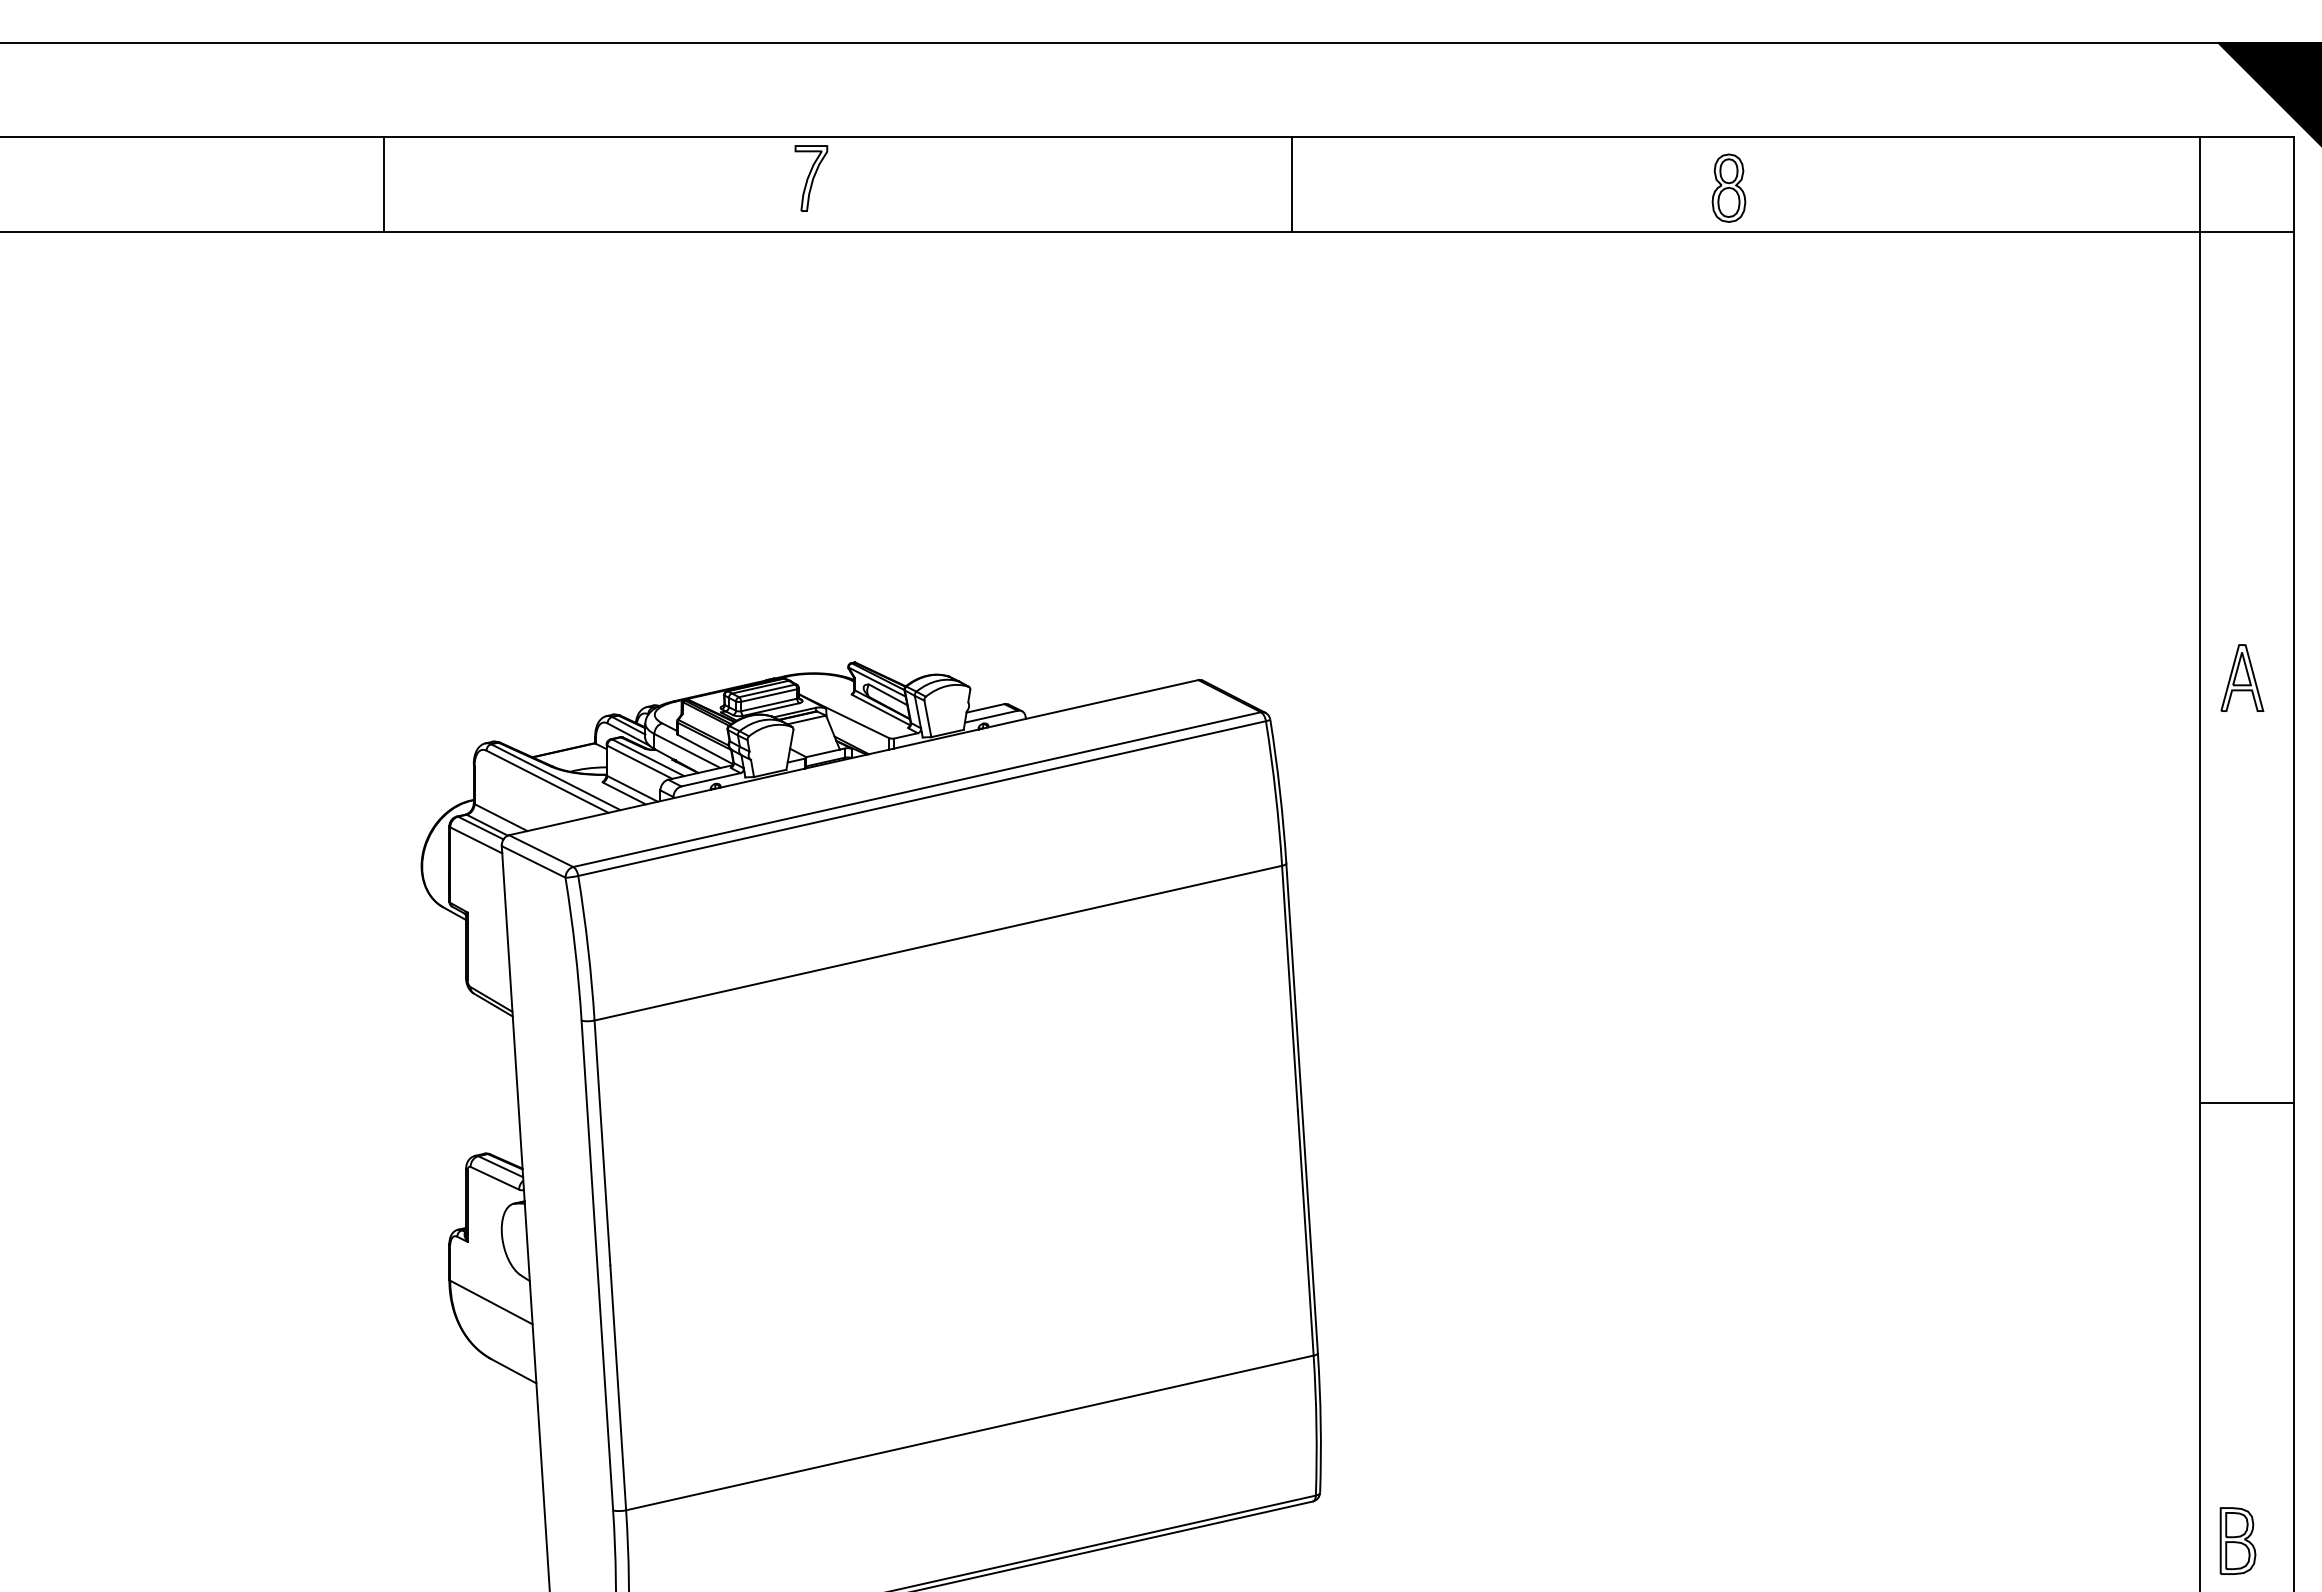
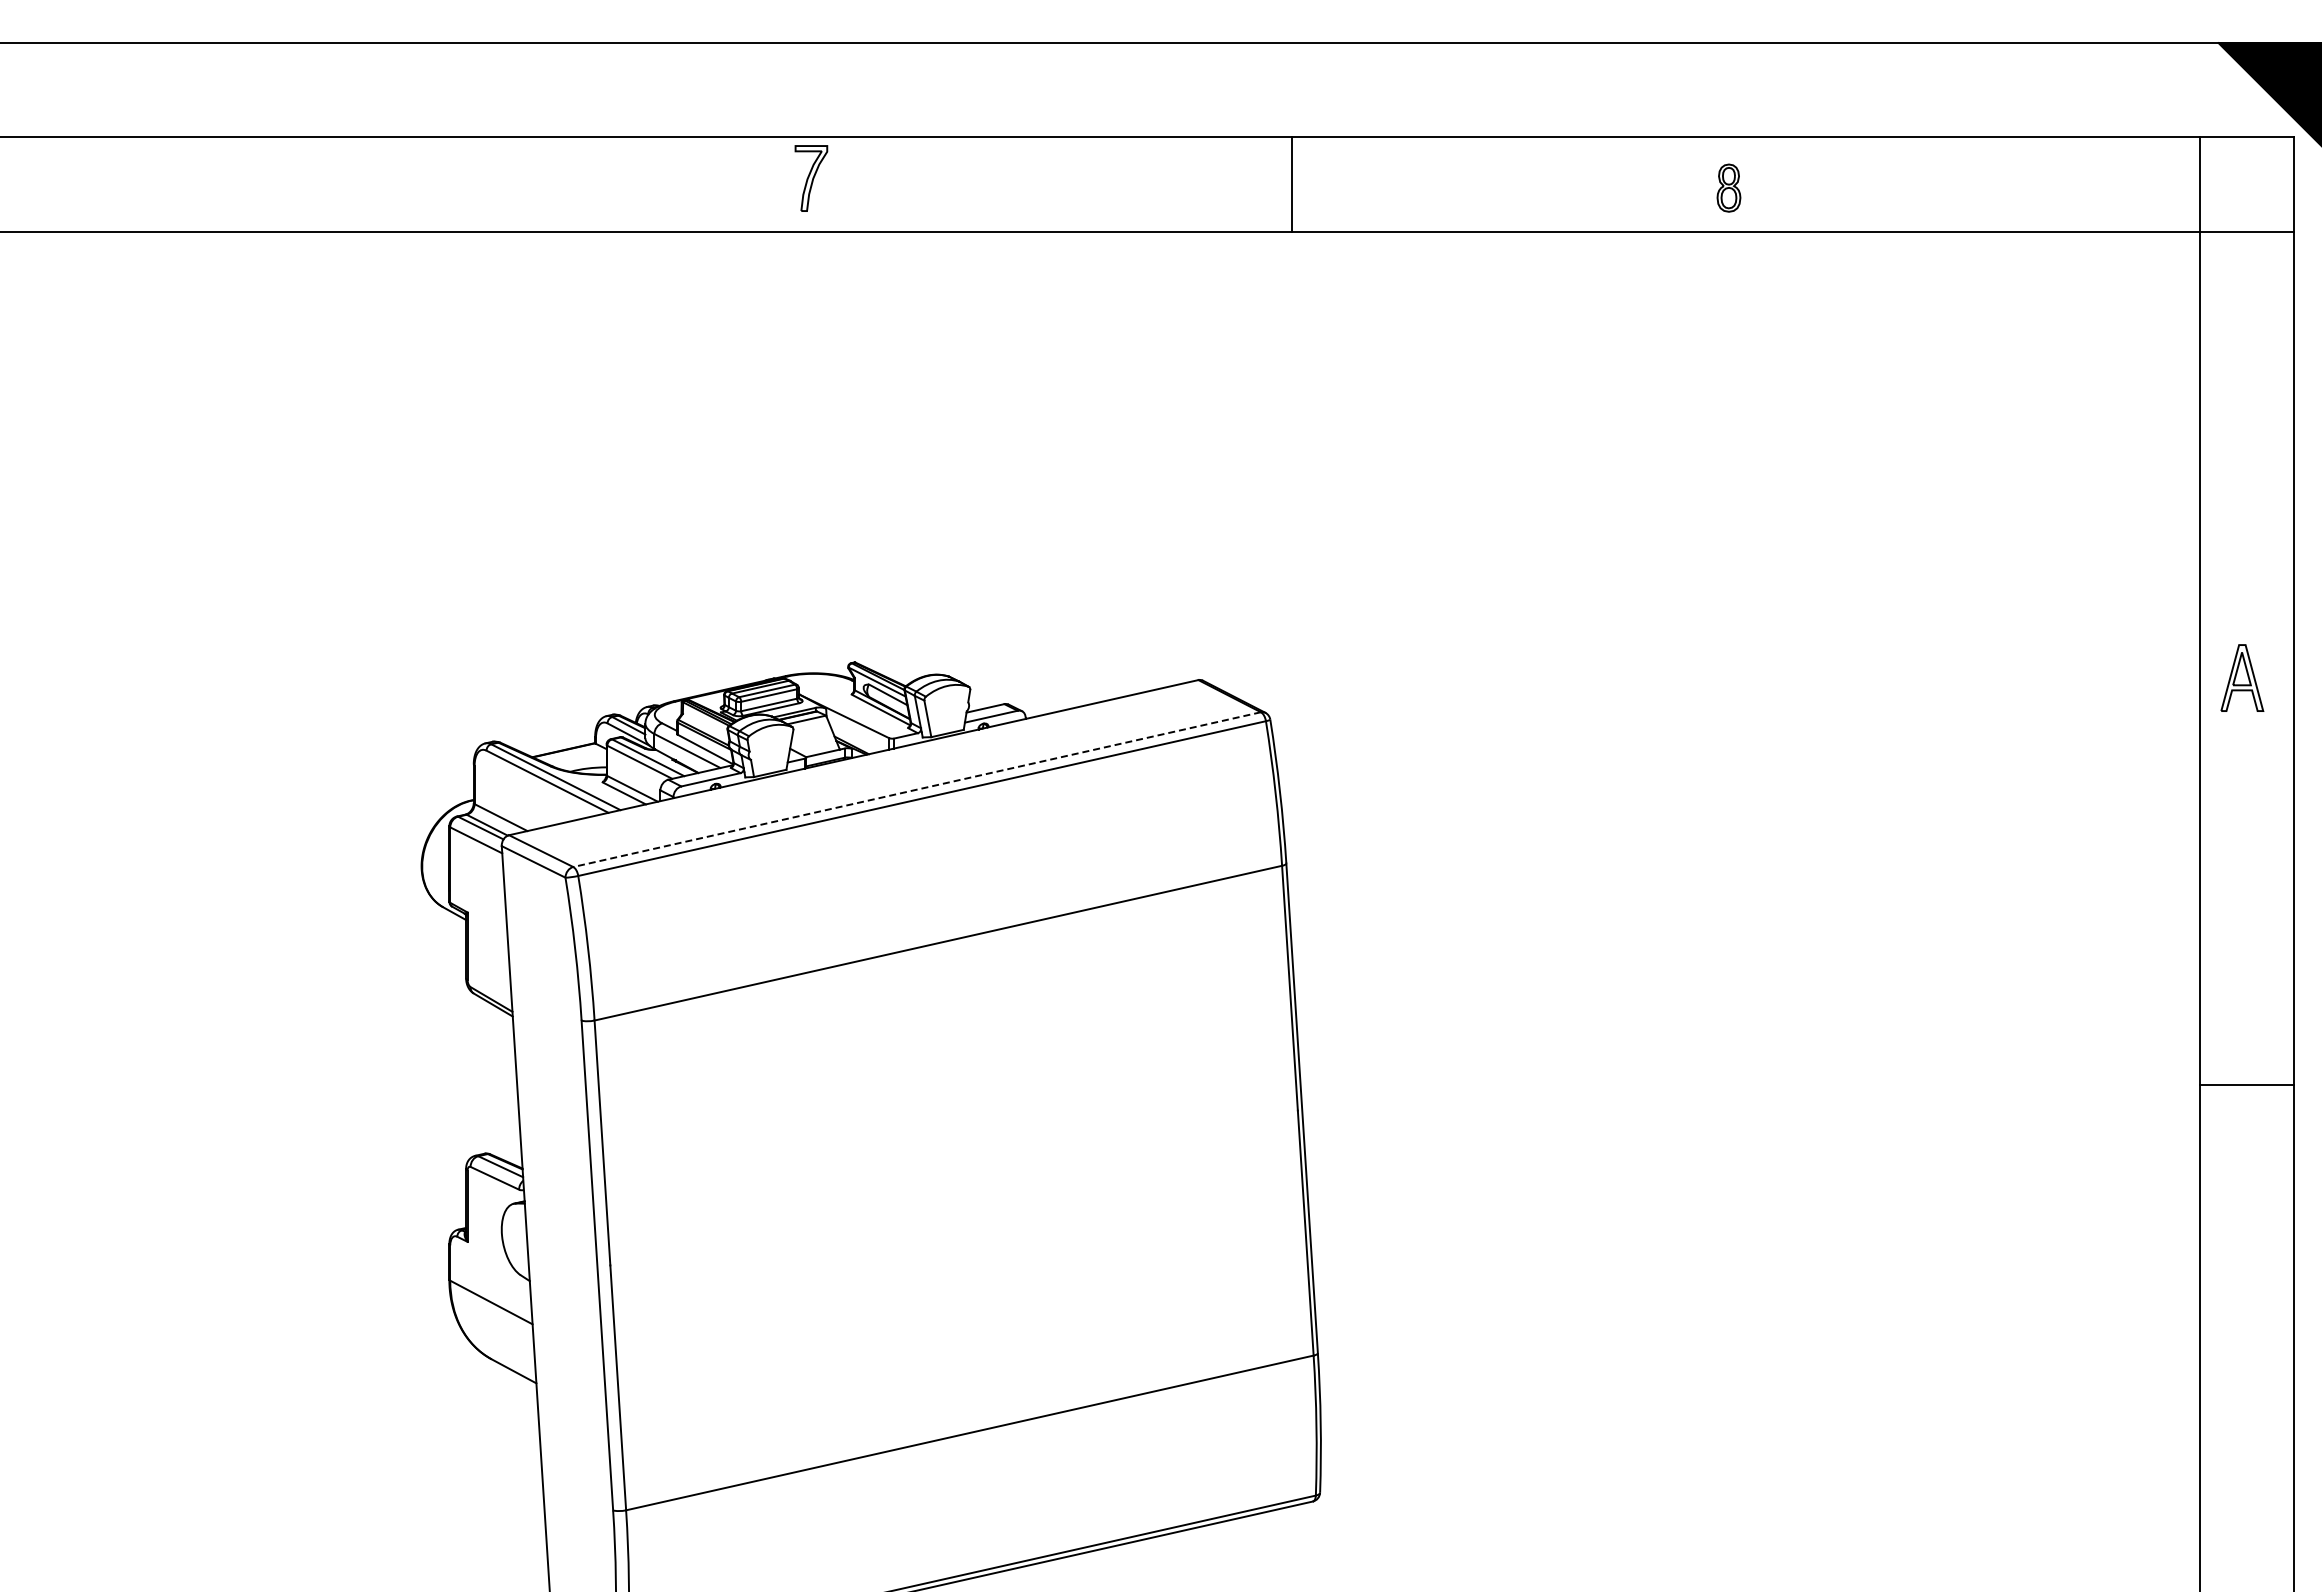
line at (384, 184): present -> none
part at (1728, 187) size: 36x70 px -> 26x50 px
line at (916, 789): solid -> dashed
line at (2246, 1102) position: (2246, 1102) -> (2246, 1084)
part at (2237, 1540): present -> none
